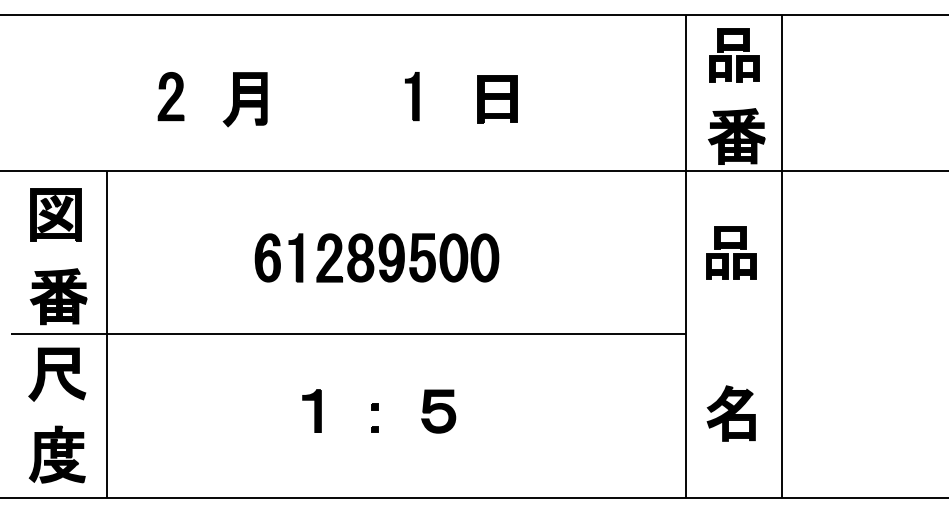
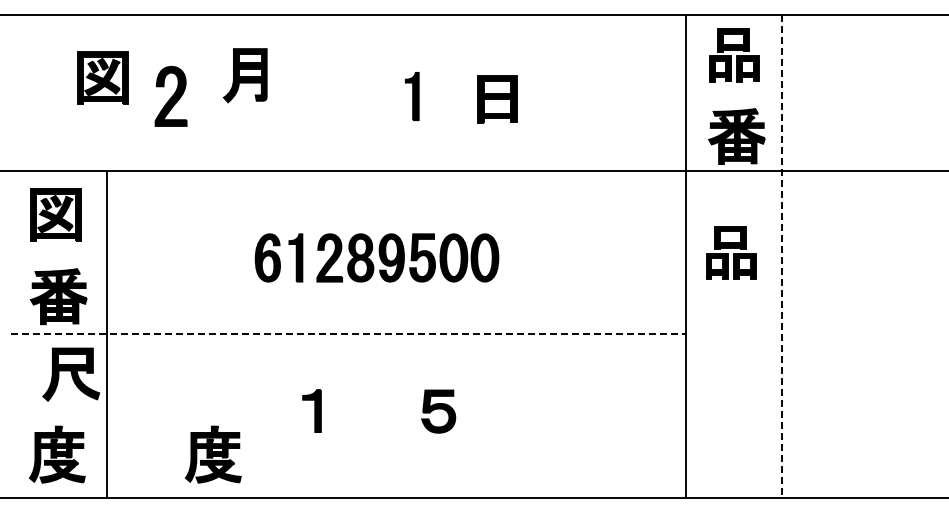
part at (102, 77): none -> present
part at (170, 96) size: 28x50 px -> 34x61 px
part at (244, 99) position: (244, 99) -> (244, 75)
line at (782, 257): solid -> dashed
line at (348, 334): solid -> dashed
part at (57, 374) position: (57, 374) -> (71, 374)
part at (374, 410): present -> none
part at (730, 413): present -> none
part at (212, 454): none -> present
